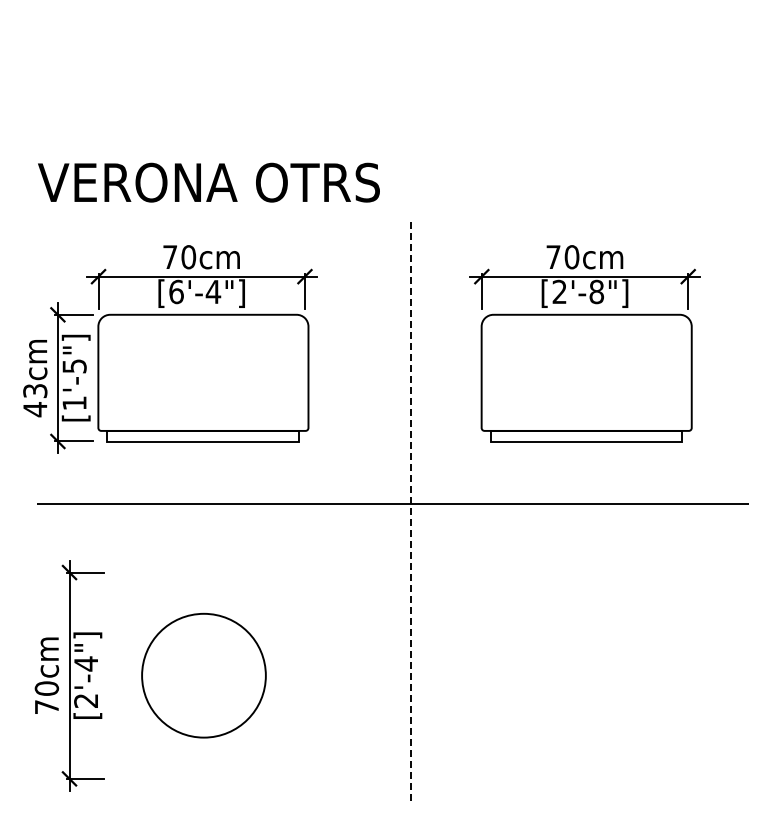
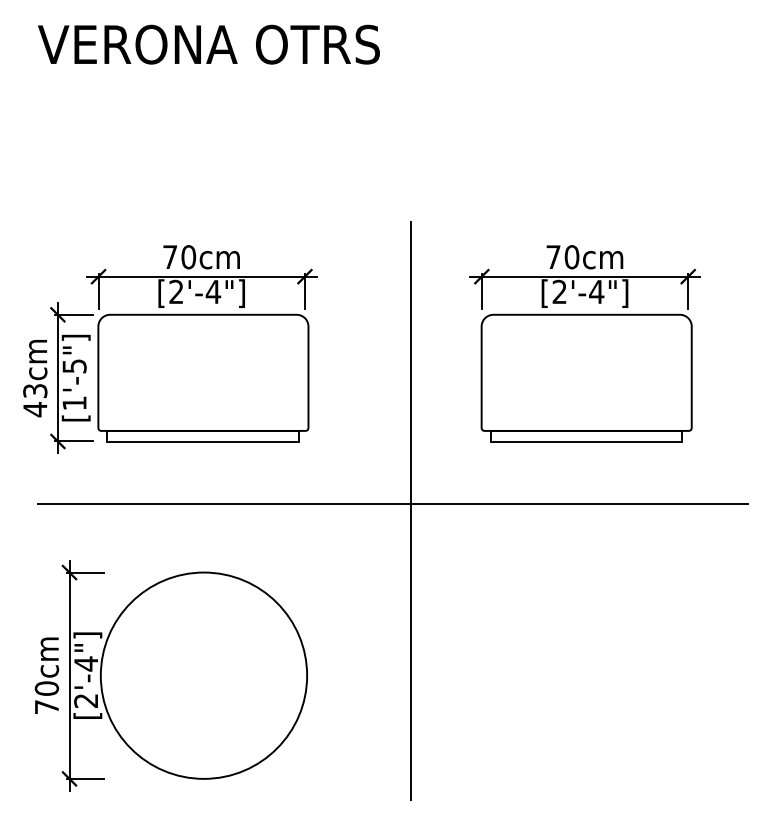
text at (208, 182) position: (208, 182) -> (208, 44)
text at (176, 291): [6'-4"] -> [2'-4"]
text at (596, 291): [2'-8"] -> [2'-4"]
line at (410, 510): dashed -> solid
circle at (203, 675) diameter: 124 px -> 206 px
